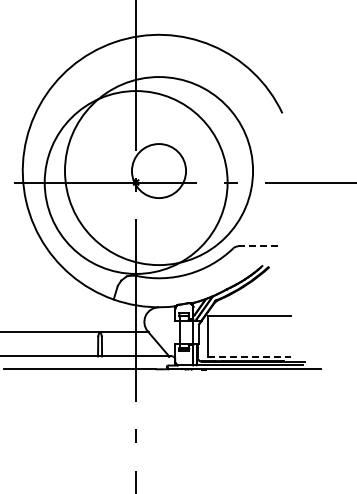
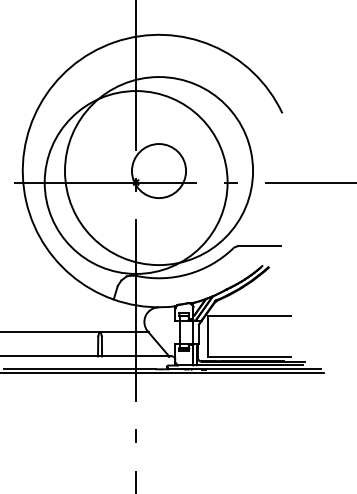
line at (259, 246): dashed -> solid
line at (250, 356): dashed -> solid
line at (163, 372): none -> present
